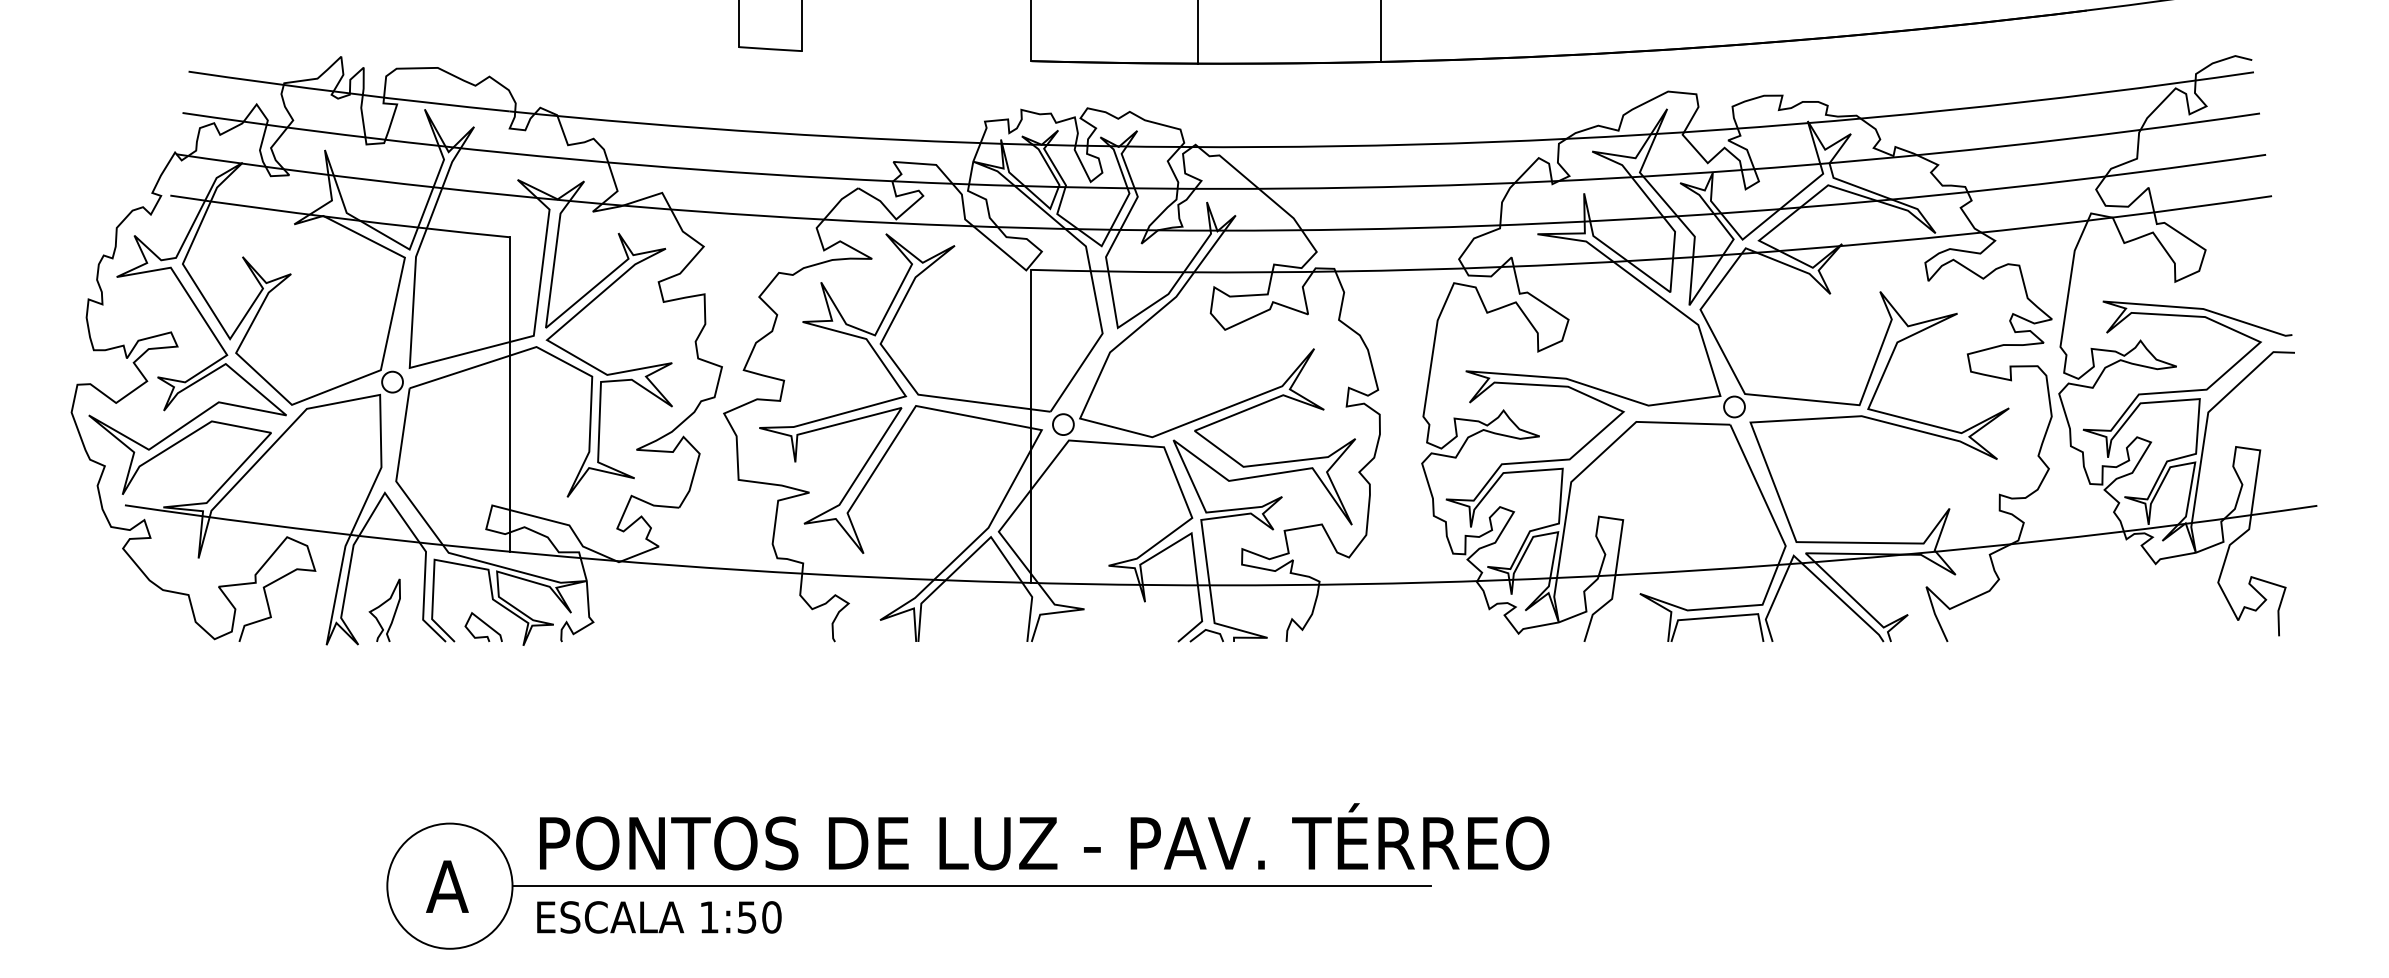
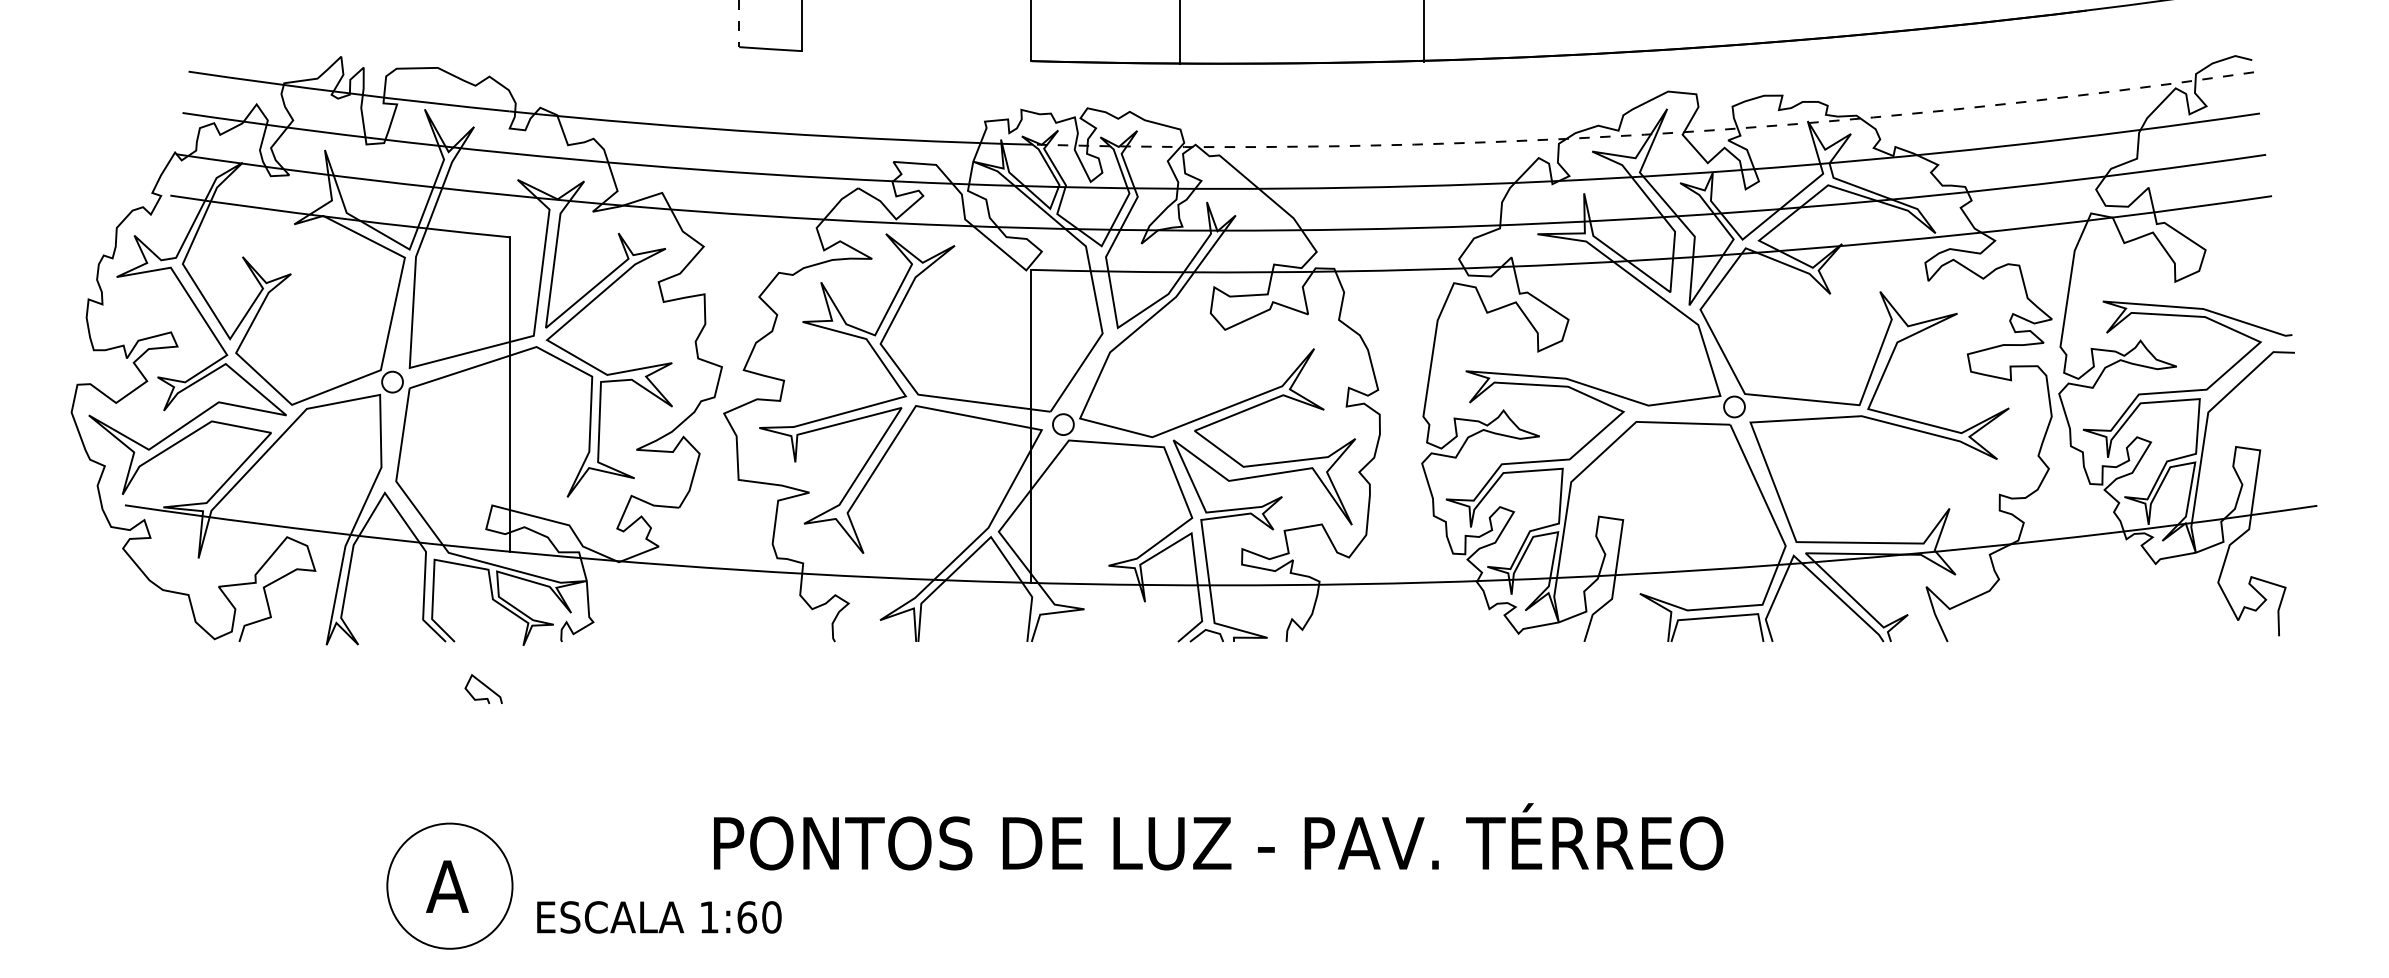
line at (739, 24): solid -> dashed
line at (1380, 31) position: (1380, 31) -> (1423, 31)
line at (1198, 32) position: (1198, 32) -> (1180, 32)
line at (1644, 134): solid -> dashed
curve at (381, 606): present -> none
curve at (484, 624) position: (484, 624) -> (484, 686)
text at (1044, 836) position: (1044, 836) -> (1218, 836)
line at (971, 886): present -> none
text at (747, 917): 1:50 -> 1:60
